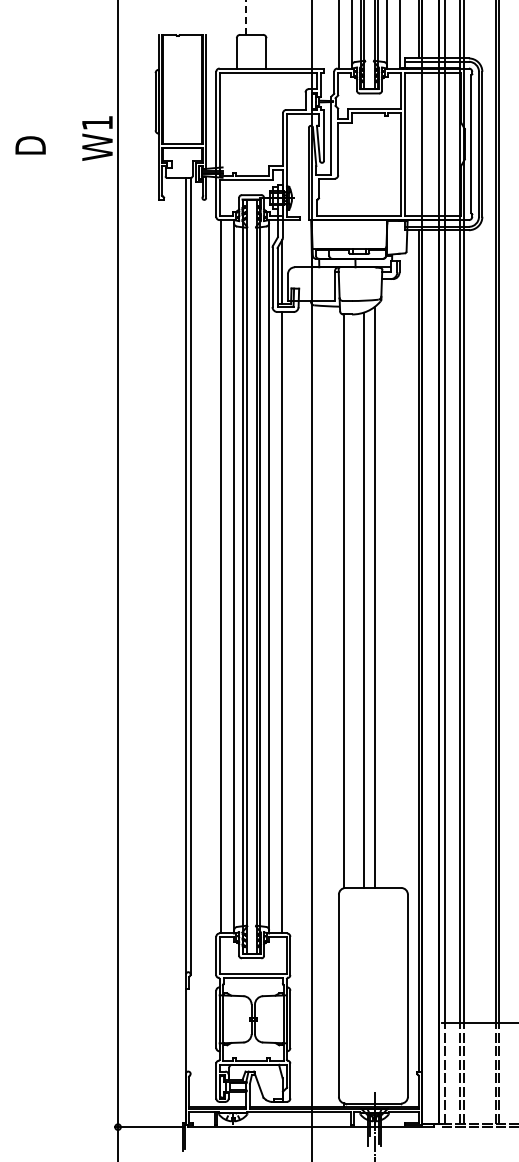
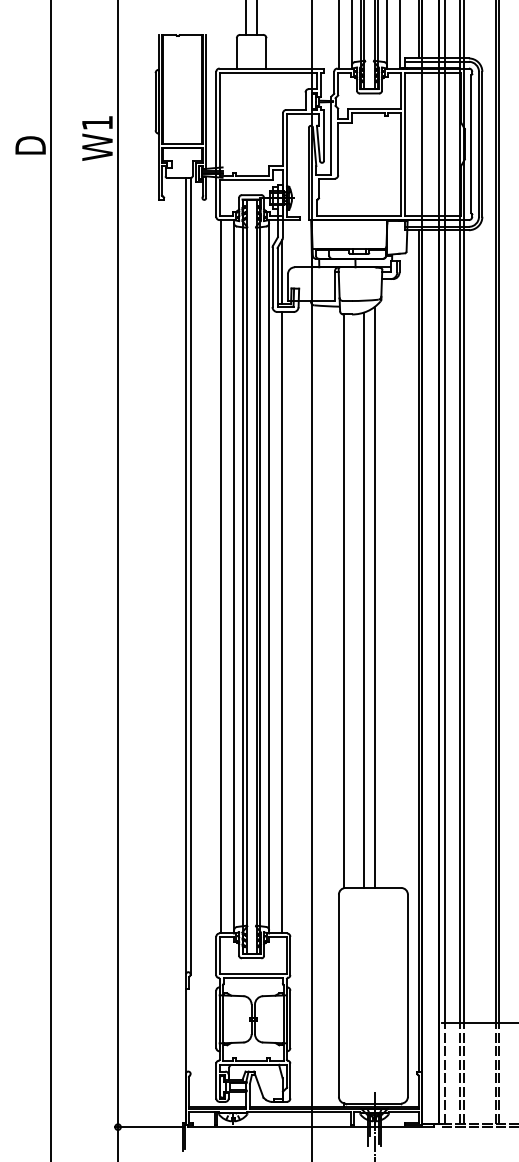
line at (245, 17): dashed -> solid
line at (257, 18): none -> present
line at (51, 580): none -> present
